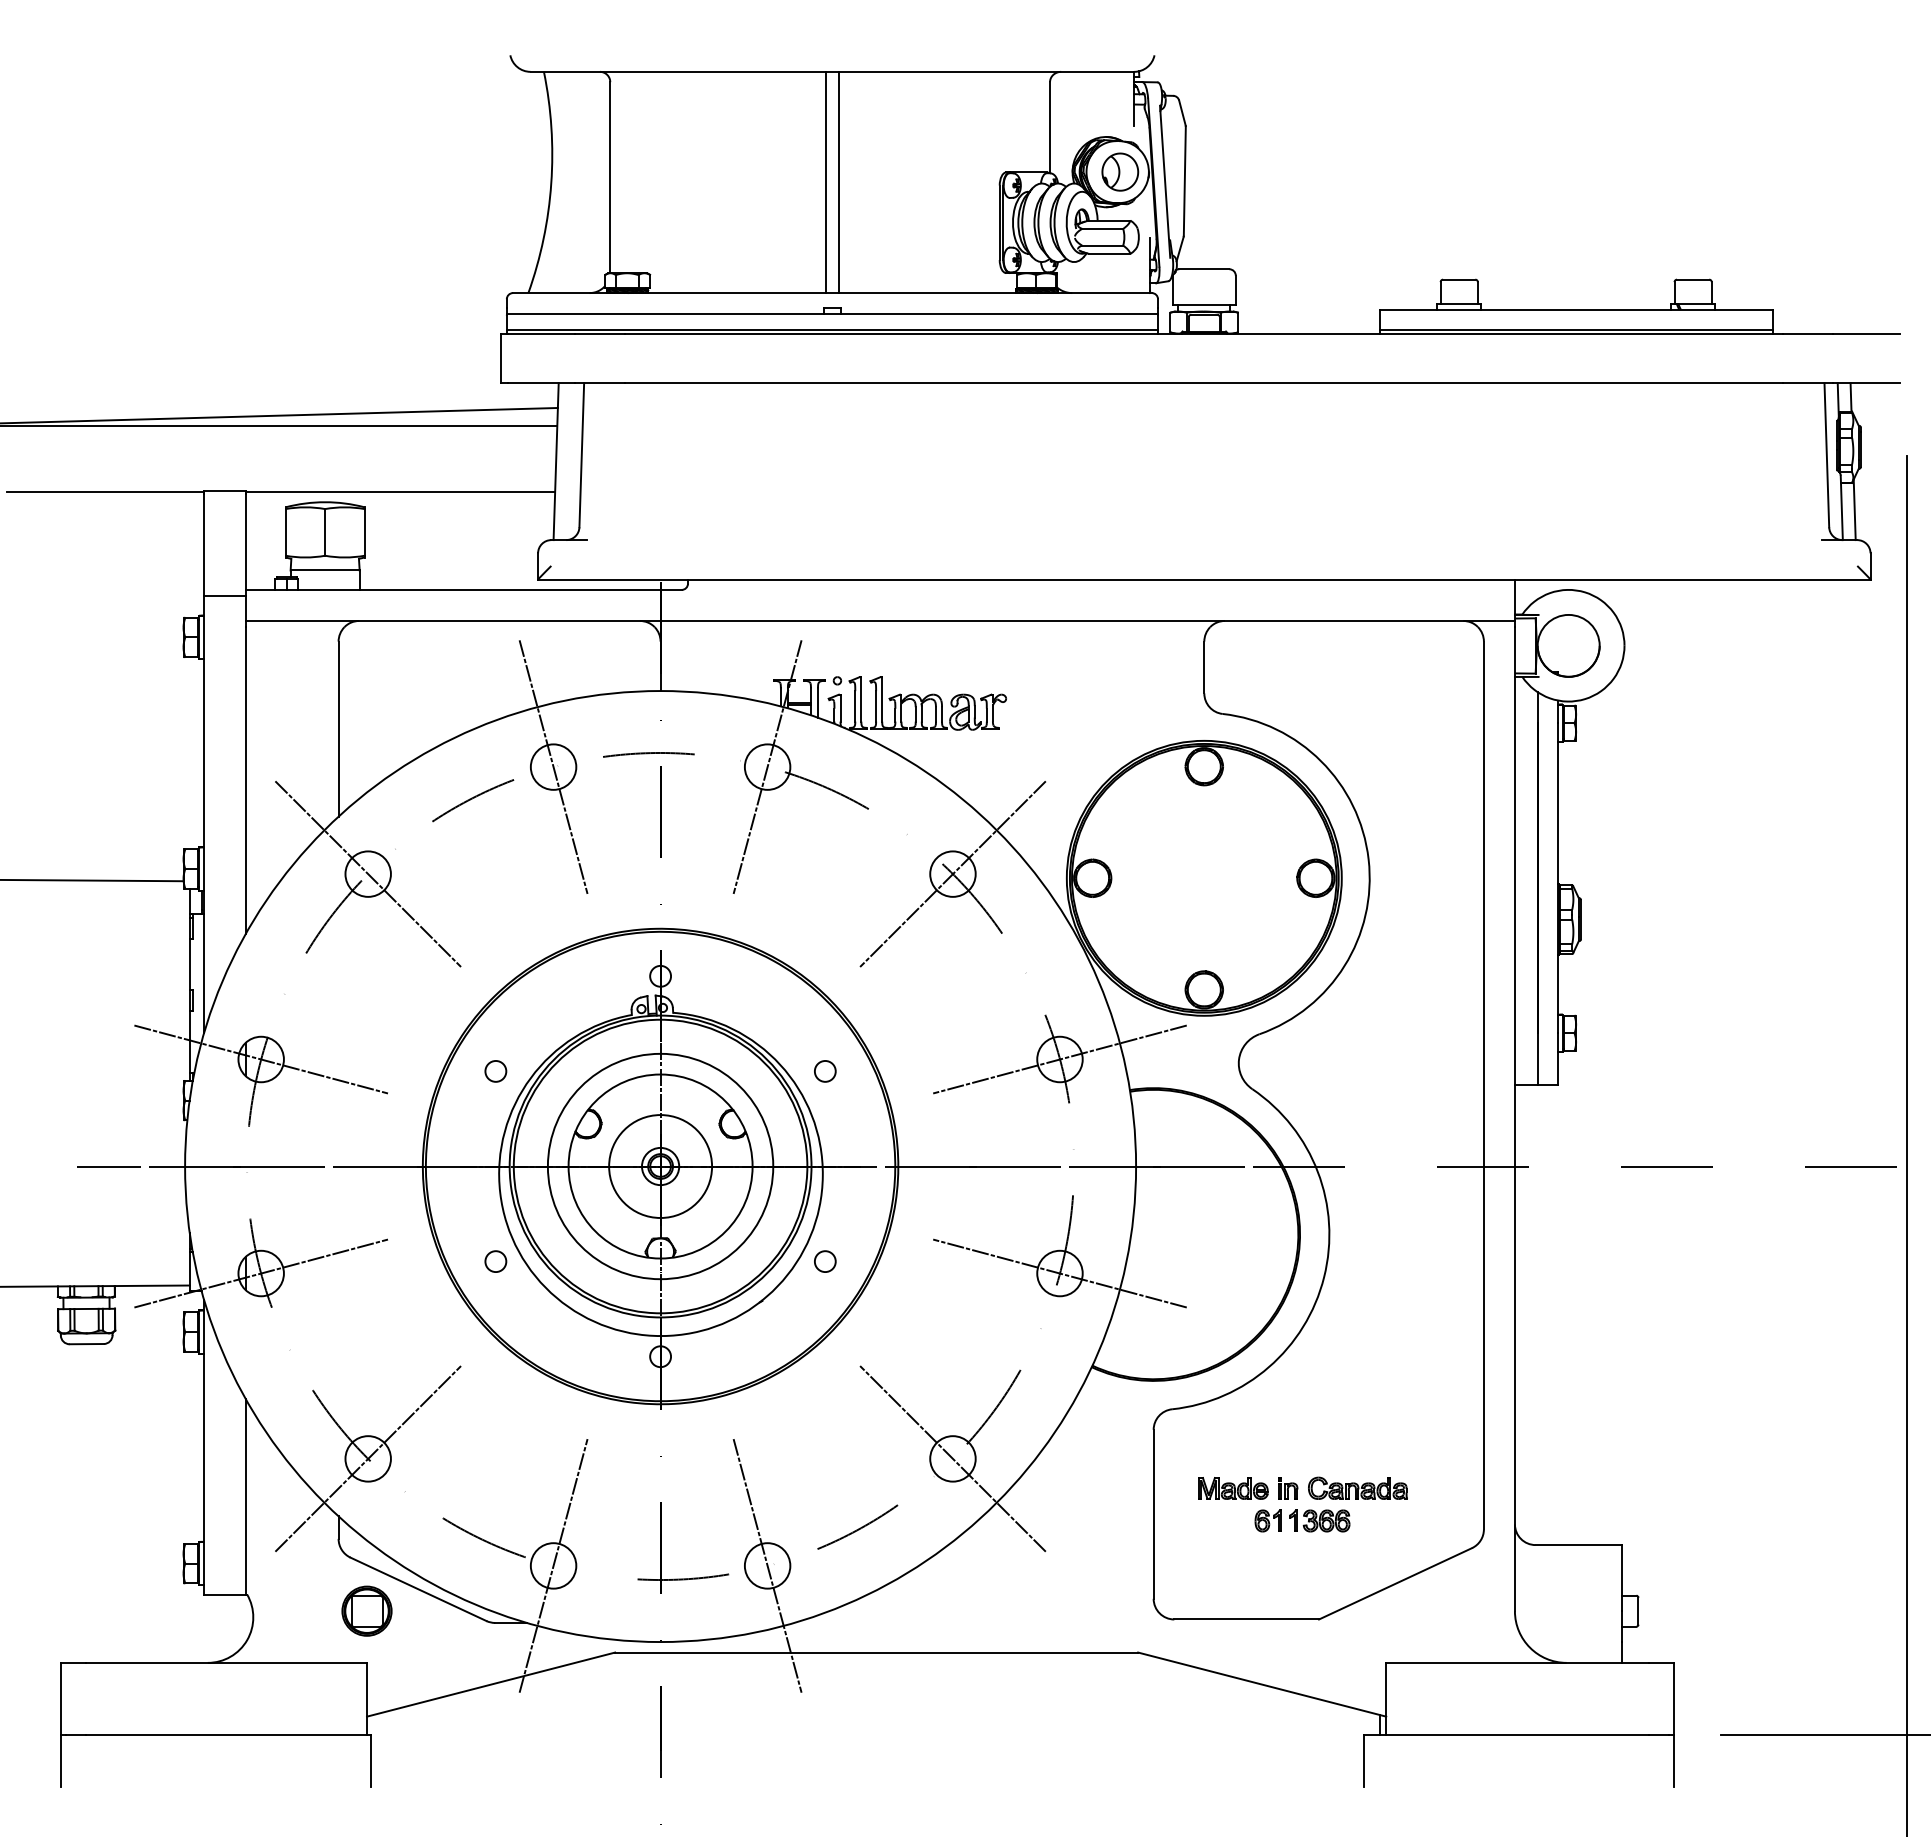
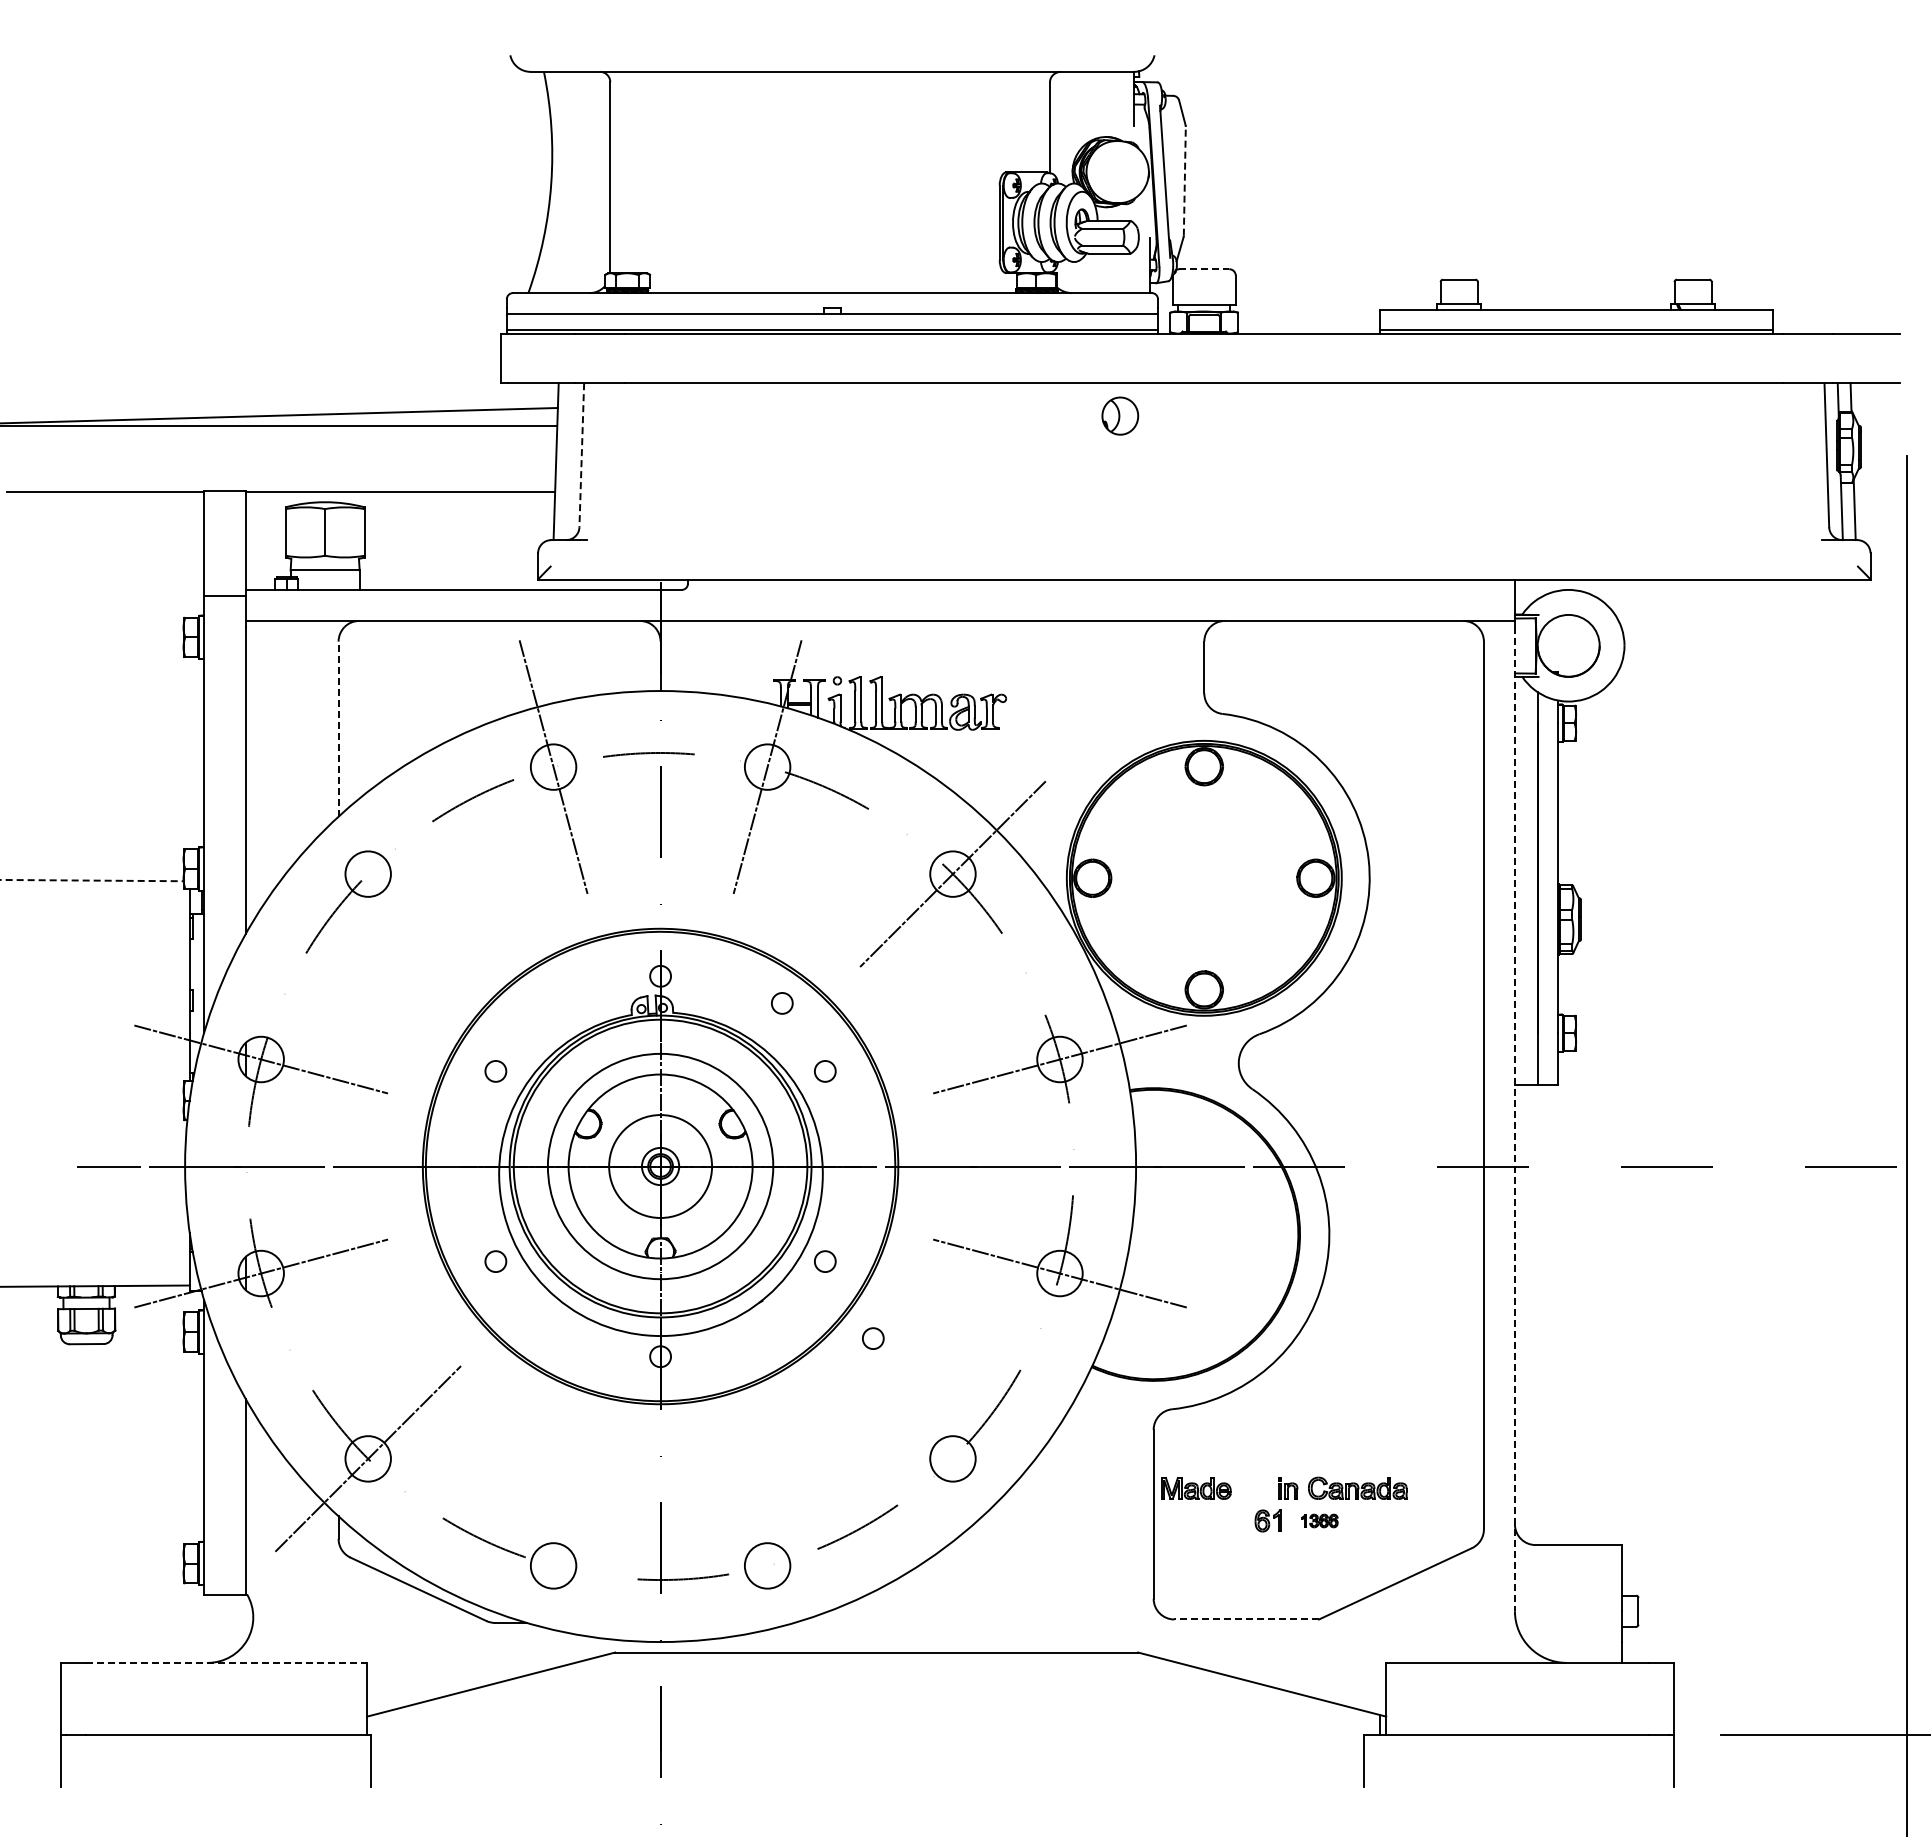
part at (1120, 171) position: (1120, 171) -> (1120, 415)
line at (1184, 180): solid -> dashed
line at (826, 182): present -> none
line at (838, 182): present -> none
line at (1204, 269): solid -> dashed
line at (581, 455): solid -> dashed
line at (338, 729): solid -> dashed
line at (368, 873): present -> none
line at (92, 880): solid -> dashed
circle at (782, 1003): none -> present
line at (1514, 1119): solid -> dashed
circle at (873, 1338): none -> present
line at (952, 1458): present -> none
part at (1233, 1488) position: (1233, 1488) -> (1196, 1488)
part at (1319, 1520) size: 62x24 px -> 38x16 px
line at (553, 1565): present -> none
line at (767, 1565): present -> none
part at (366, 1610): present -> none
line at (1246, 1619): solid -> dashed
line at (226, 1662): solid -> dashed
